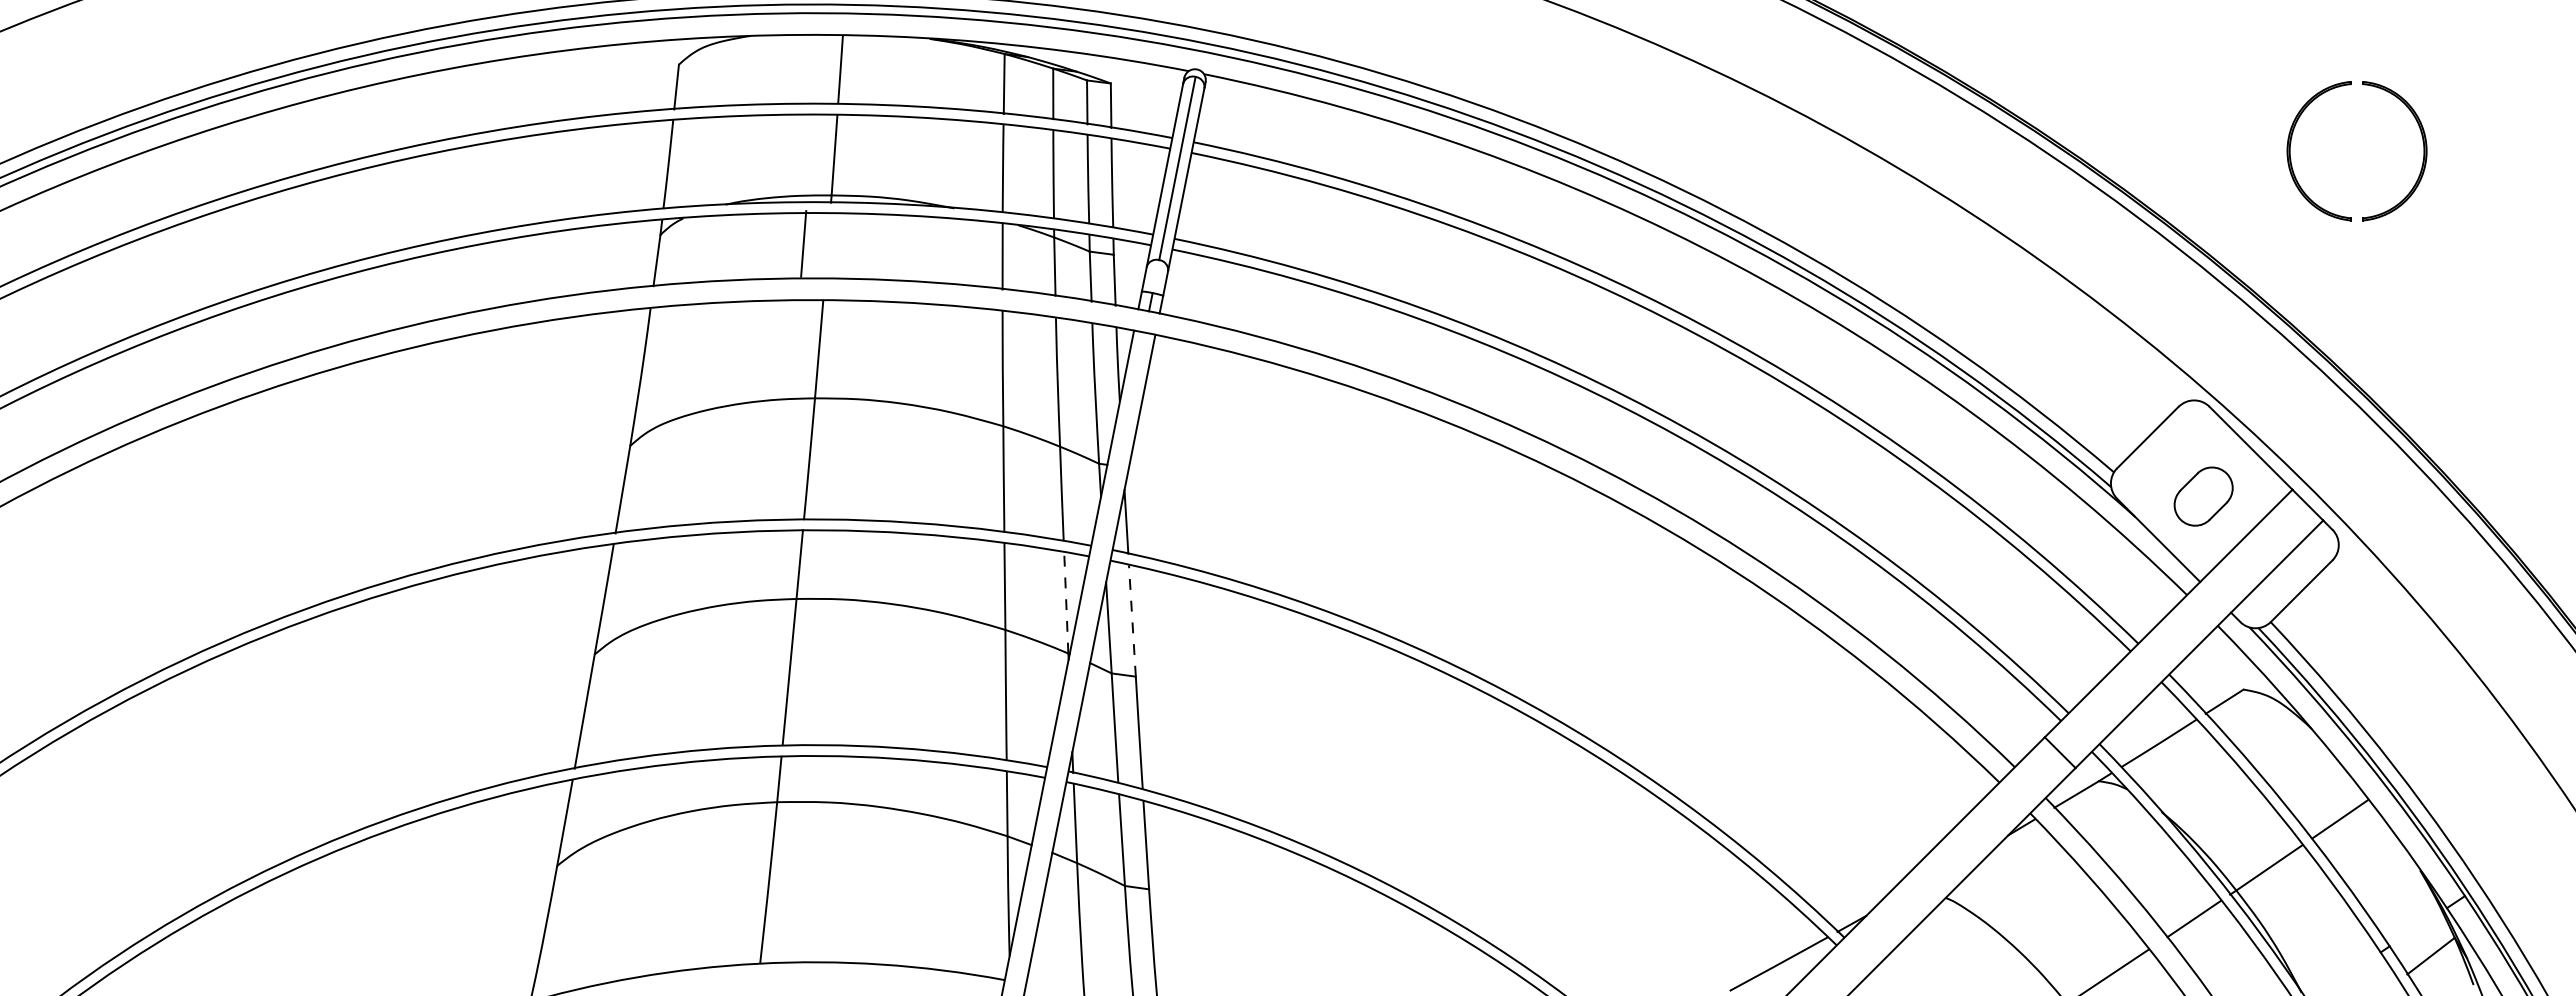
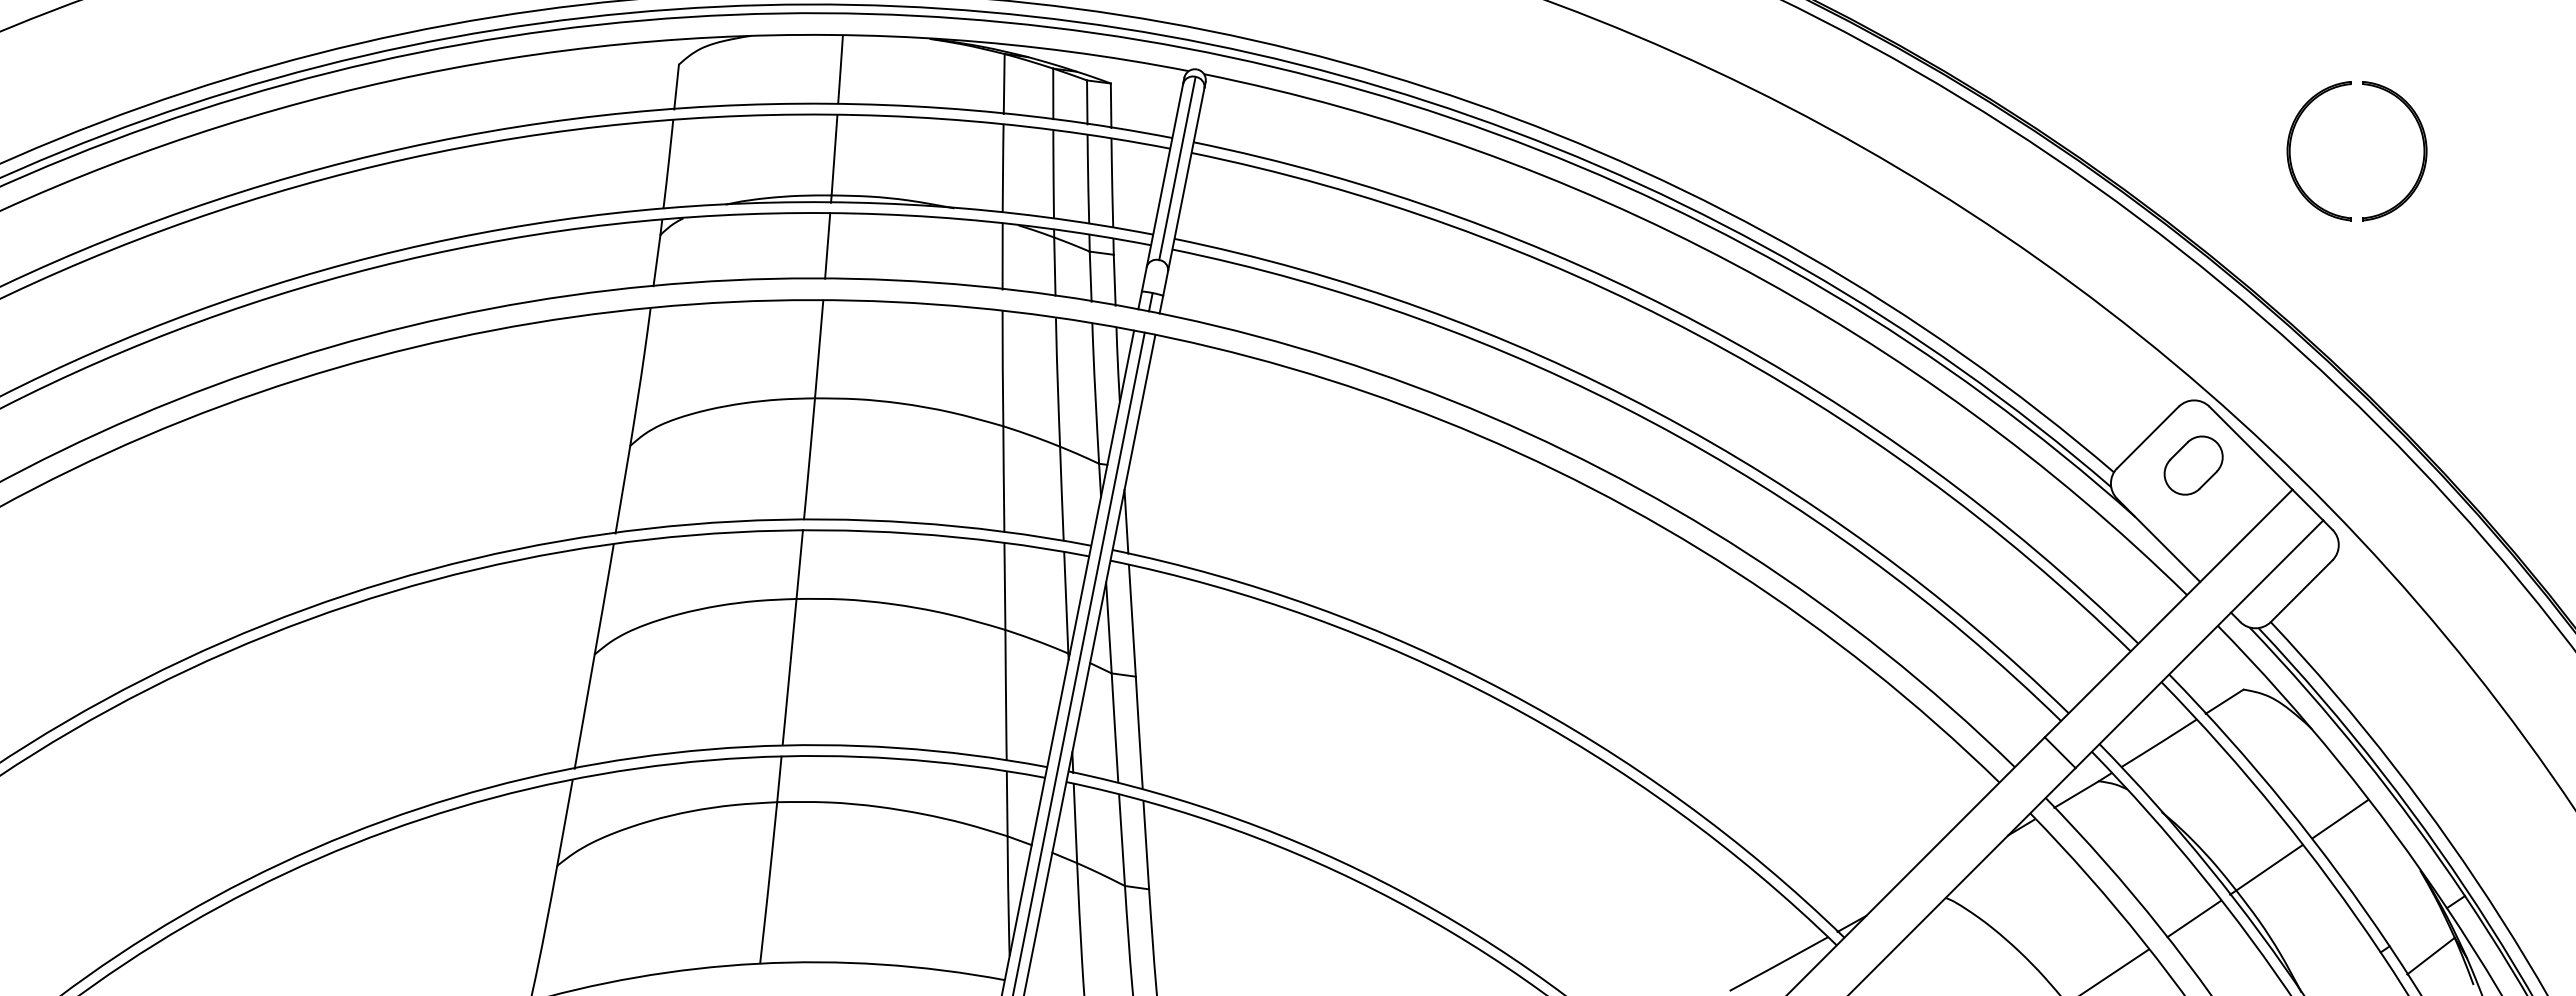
line at (803, 243) position: (803, 243) -> (827, 245)
part at (2203, 496) position: (2203, 496) -> (2193, 465)
line at (1066, 602): dashed -> solid
line at (1132, 621): dashed -> solid
line at (1078, 662): none -> present
